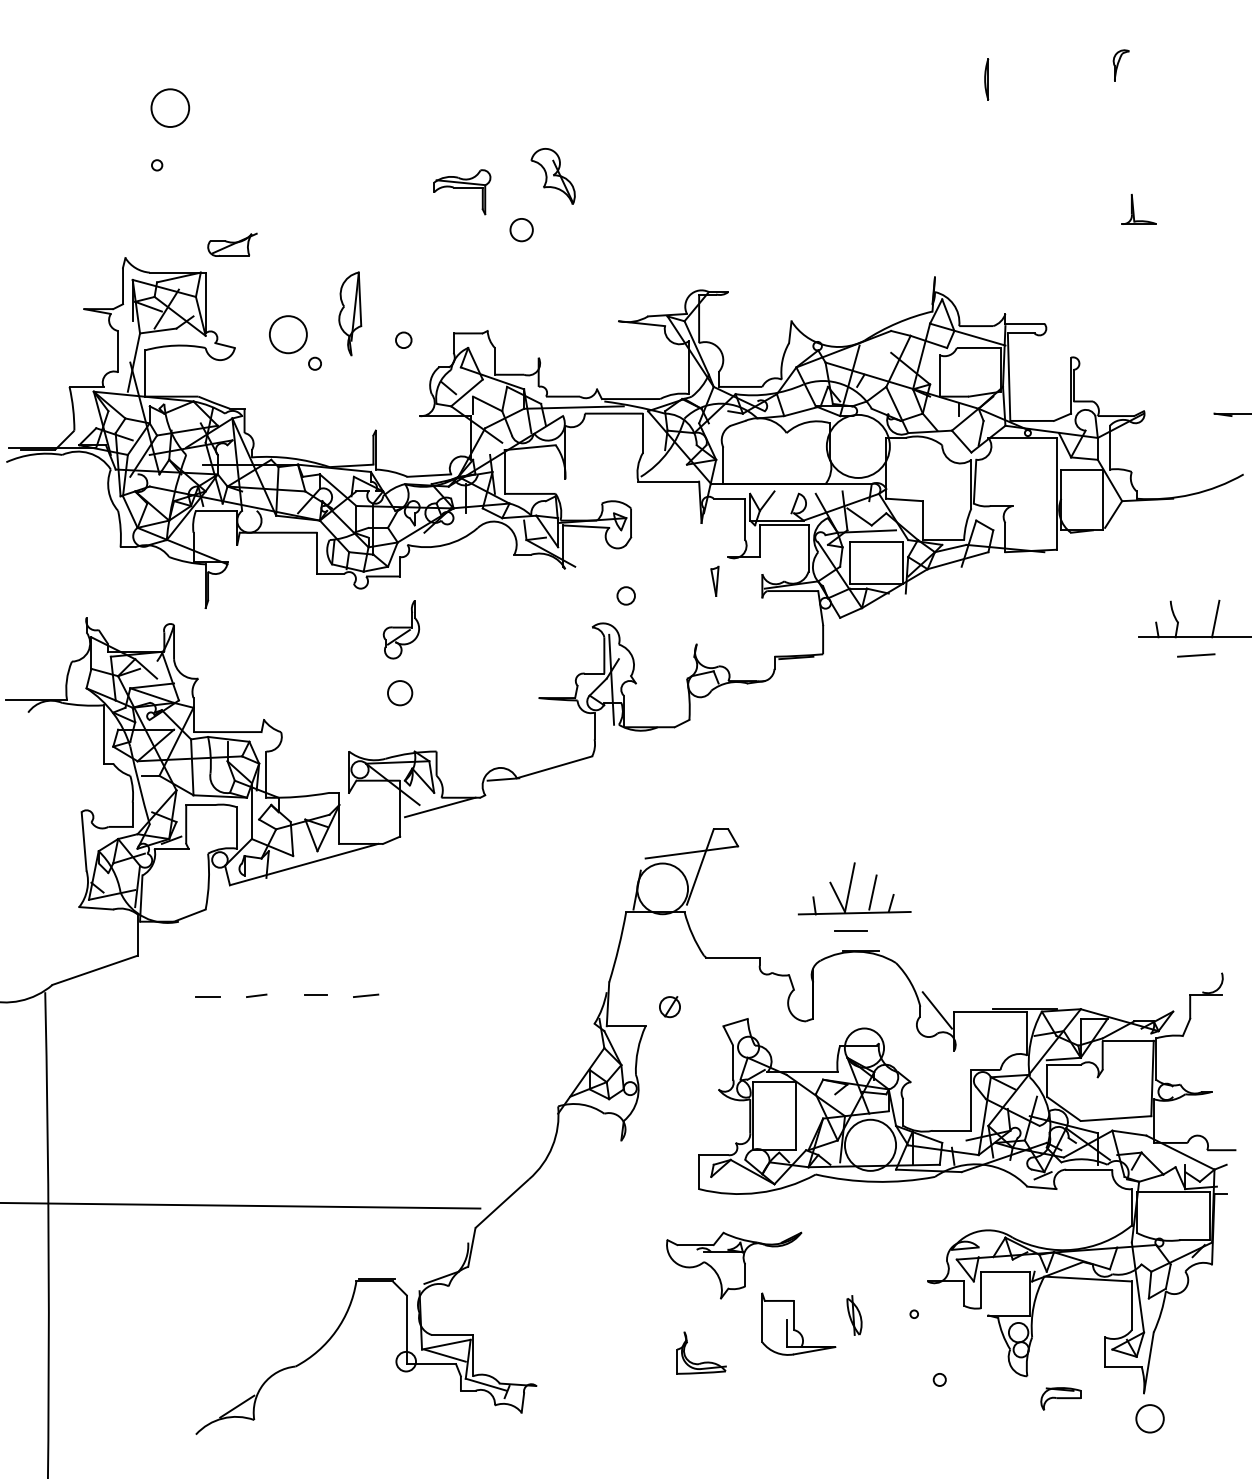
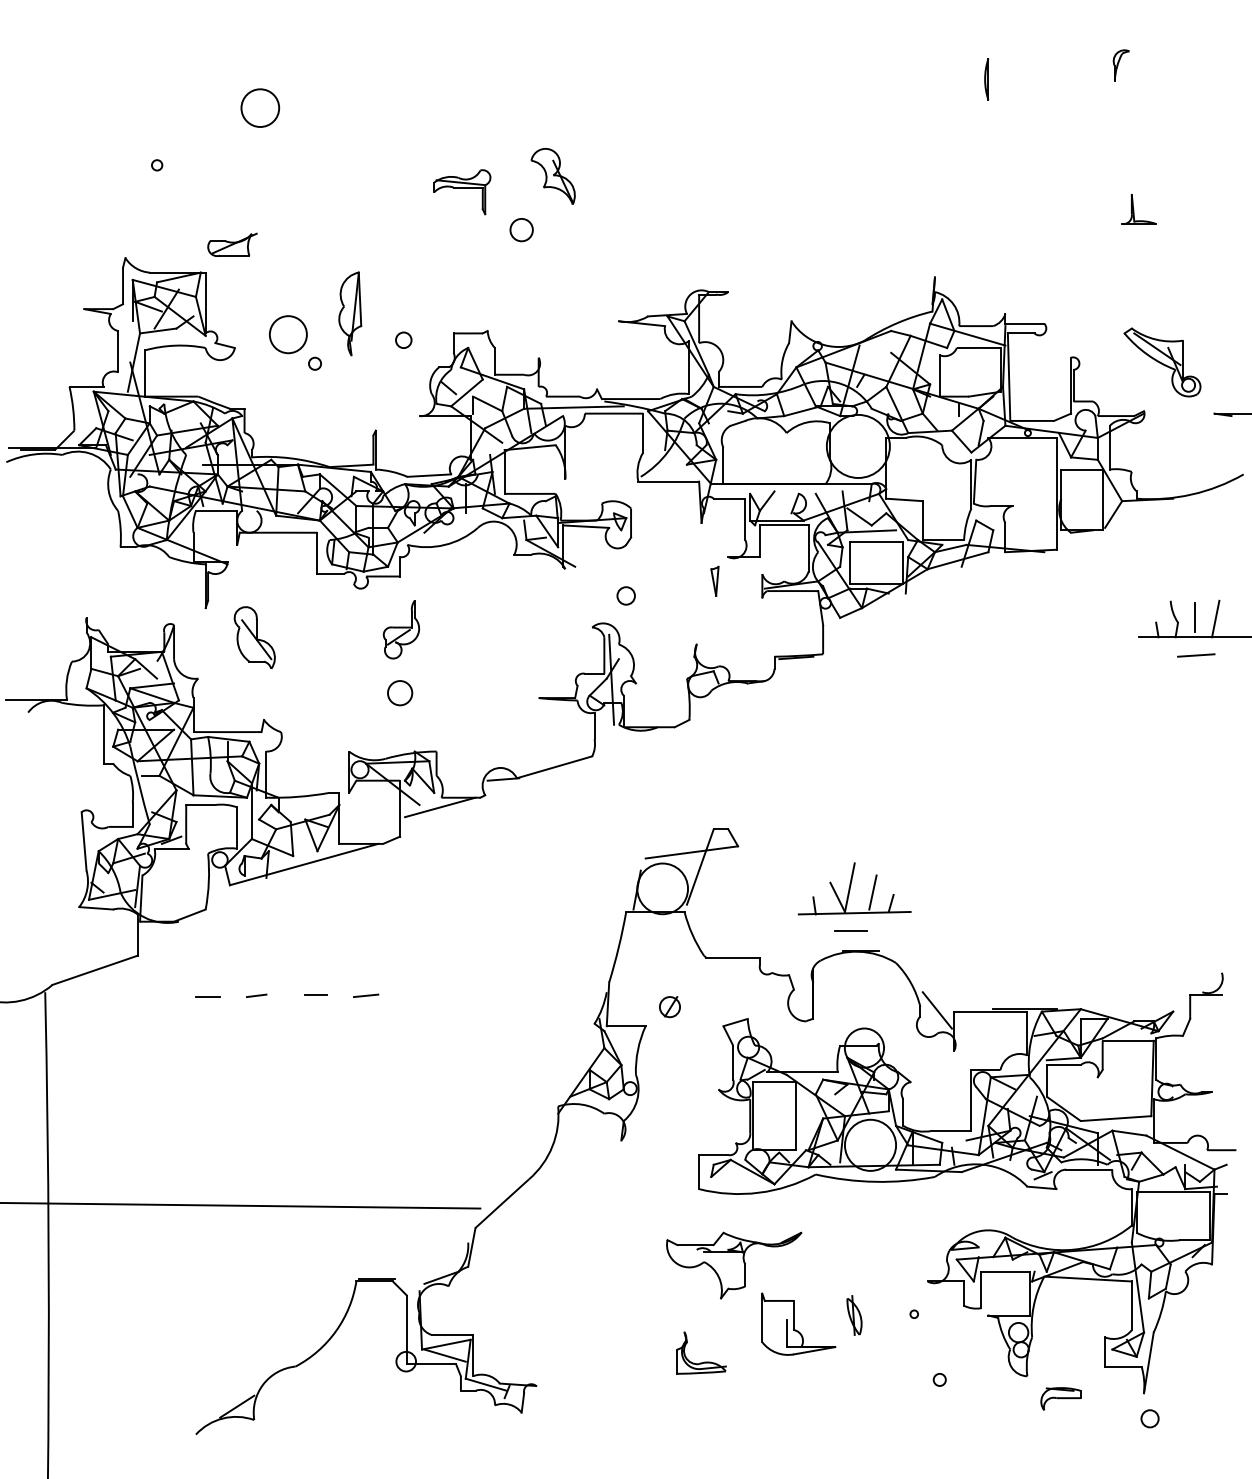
circle at (170, 107) position: (170, 107) -> (260, 107)
part at (1162, 362): none -> present
line at (1195, 617): none -> present
part at (254, 637): none -> present
circle at (1149, 1418) diameter: 27 px -> 17 px
